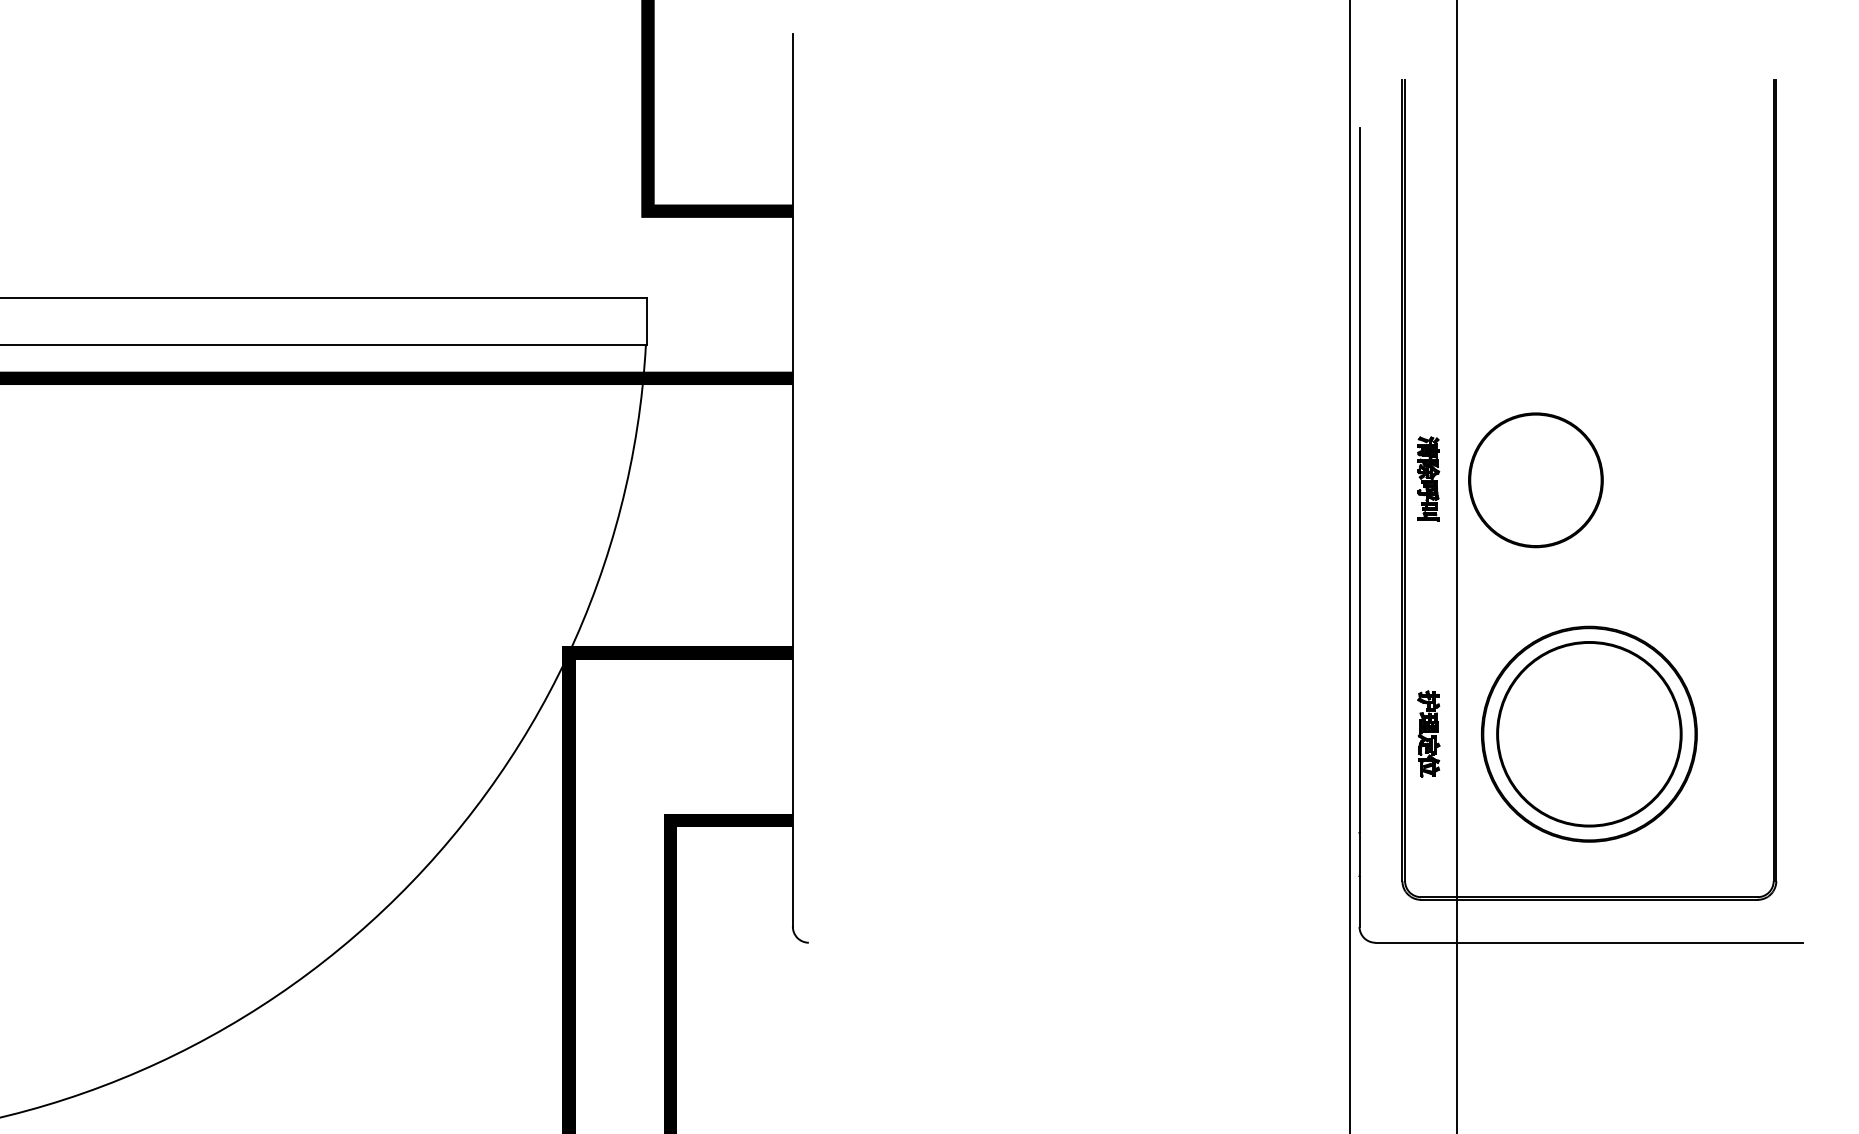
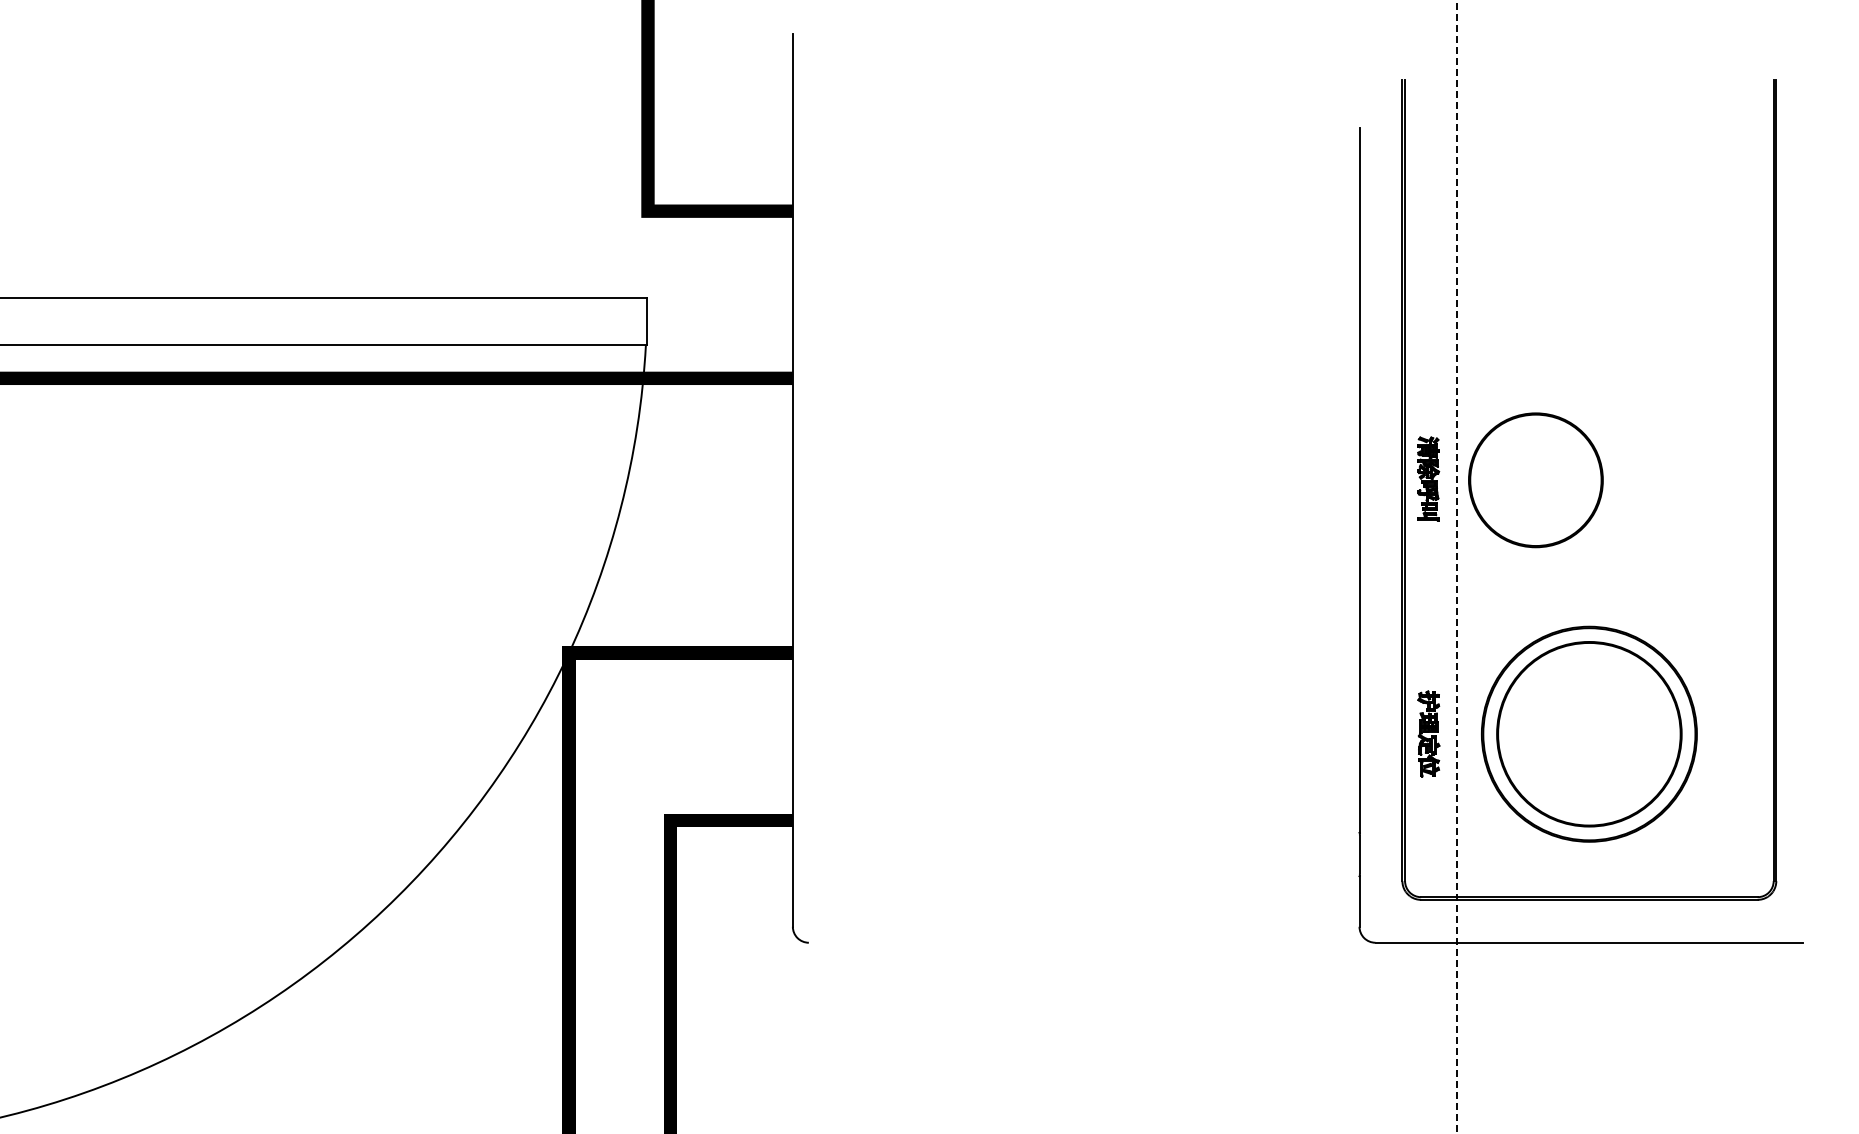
line at (1350, 566): present -> none
line at (1456, 566): solid -> dashed
